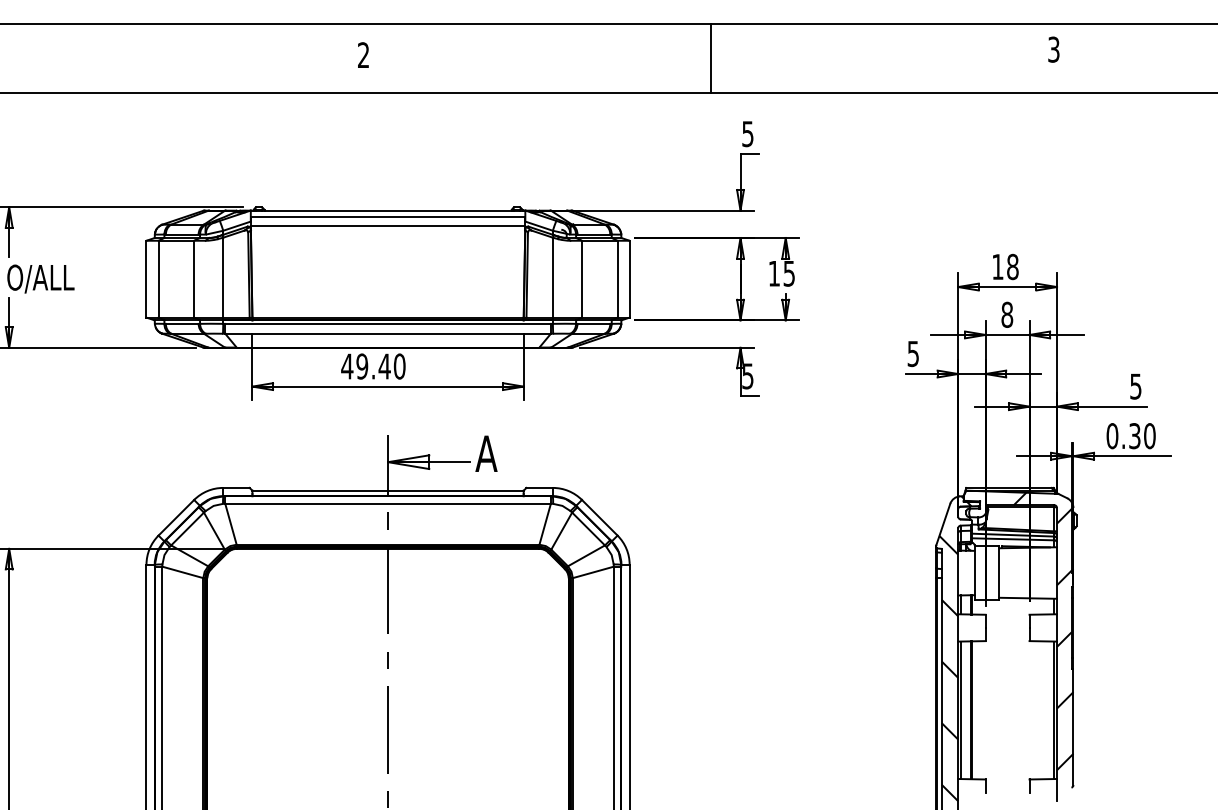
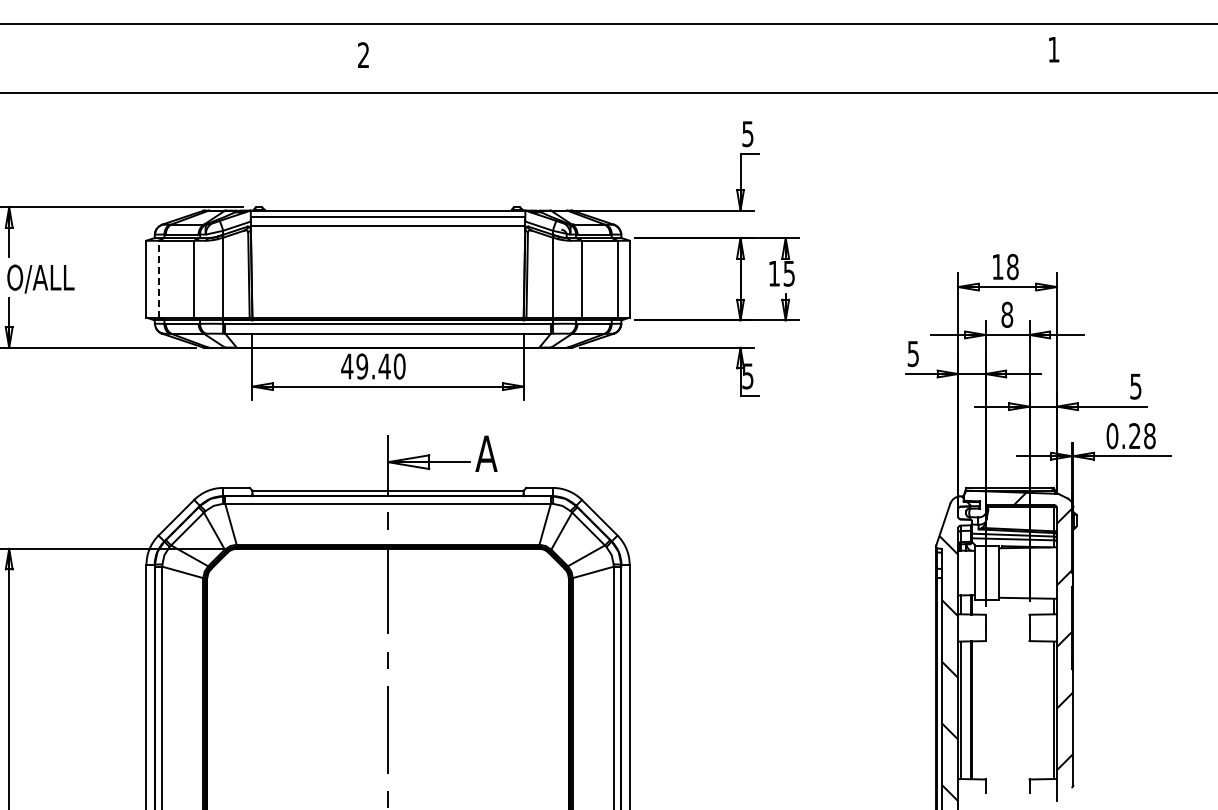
text at (1053, 49): 3 -> 1
line at (710, 58): present -> none
line at (158, 278): solid -> dashed
text at (1142, 436): 0.30 -> 0.28
